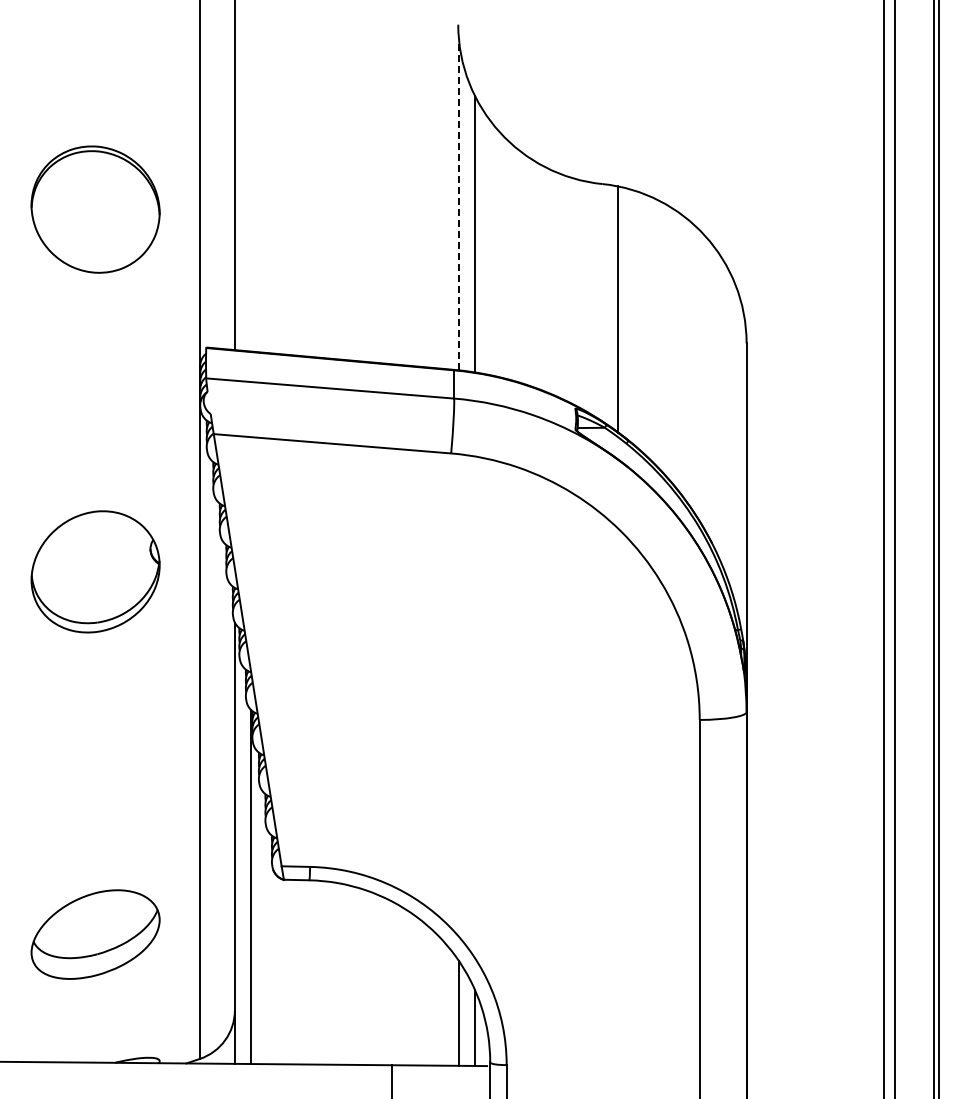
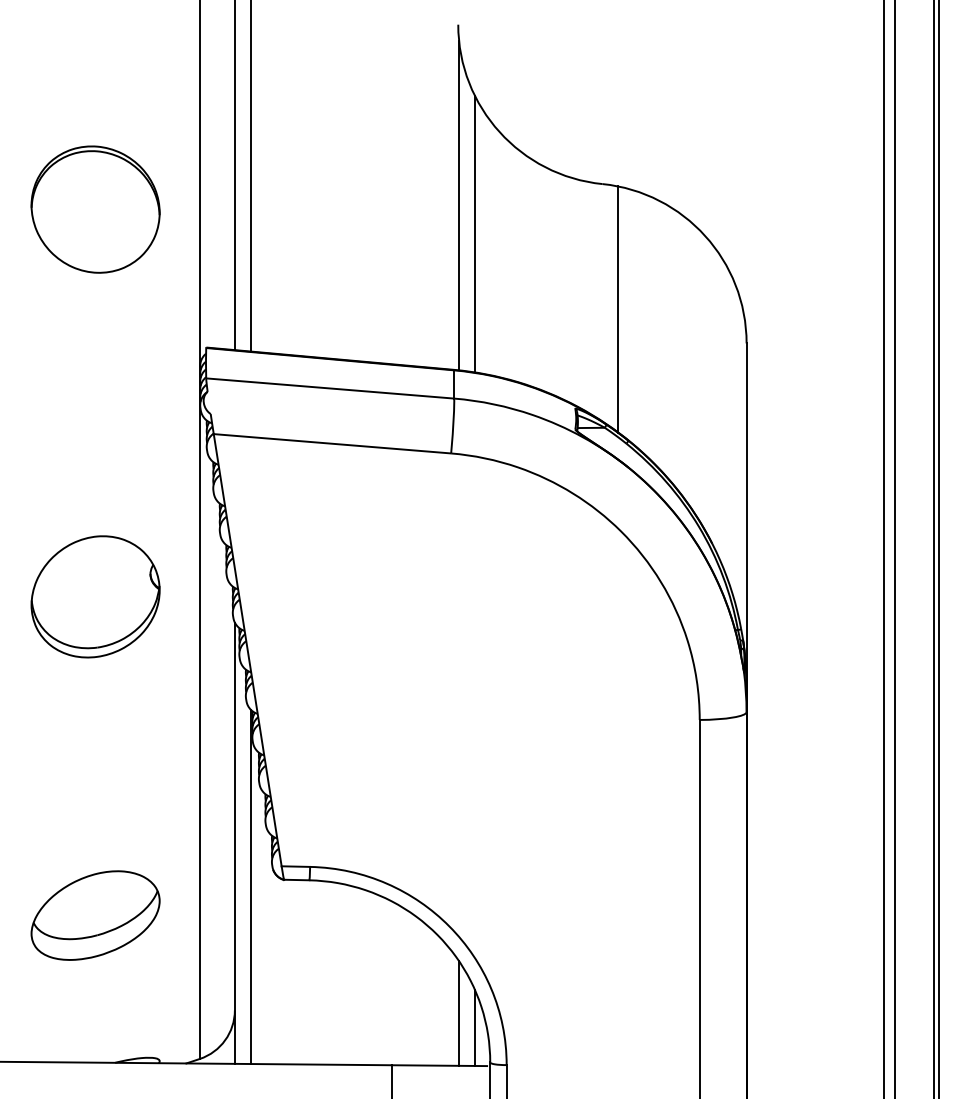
line at (250, 176): none -> present
line at (459, 205): dashed -> solid
part at (95, 571) position: (95, 571) -> (95, 596)
part at (95, 934) position: (95, 934) -> (95, 915)
